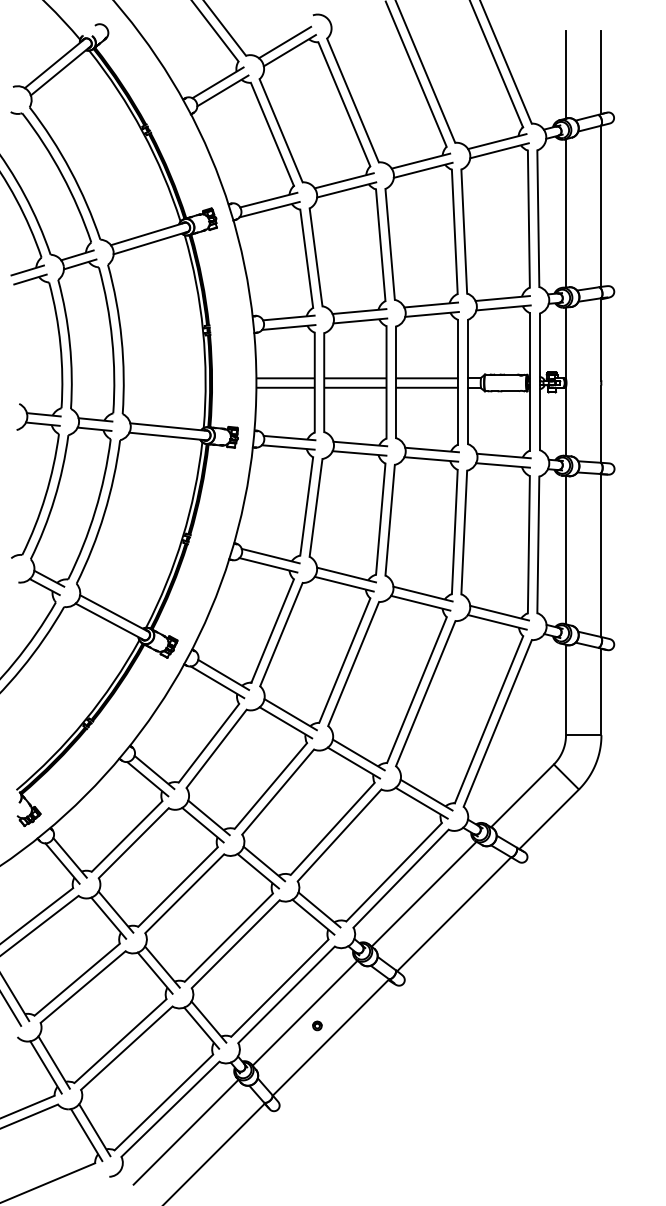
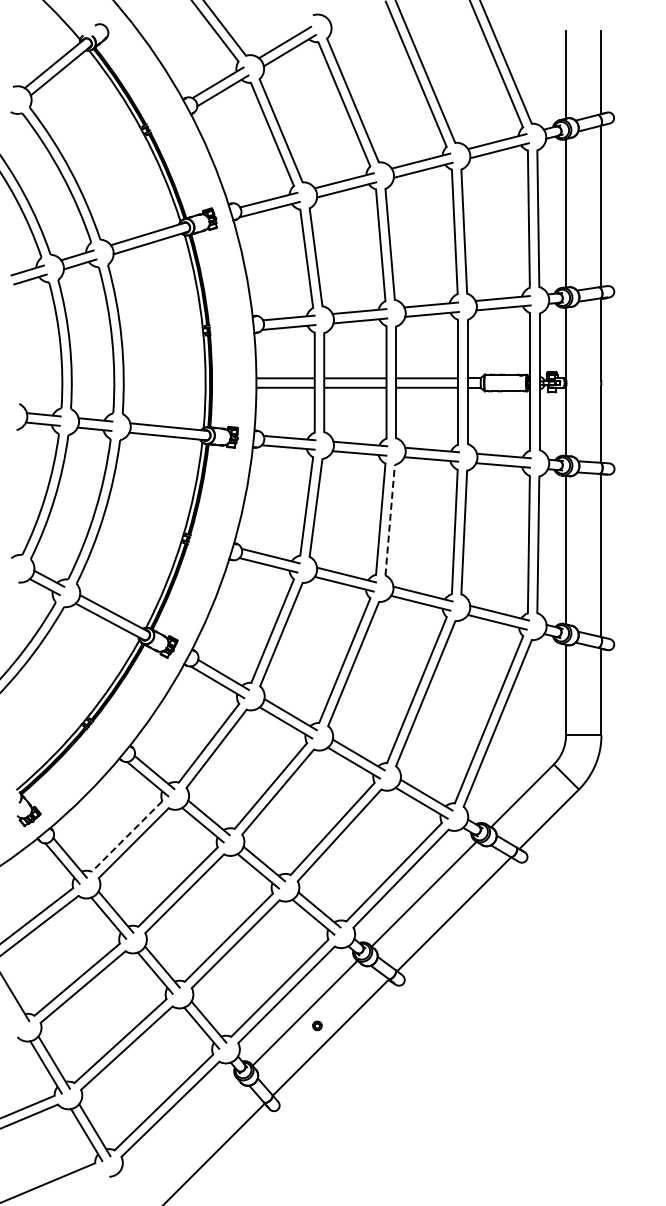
line at (390, 520): solid -> dashed
line at (127, 836): solid -> dashed
line at (11, 1009): present -> none
line at (185, 1131): present -> none
